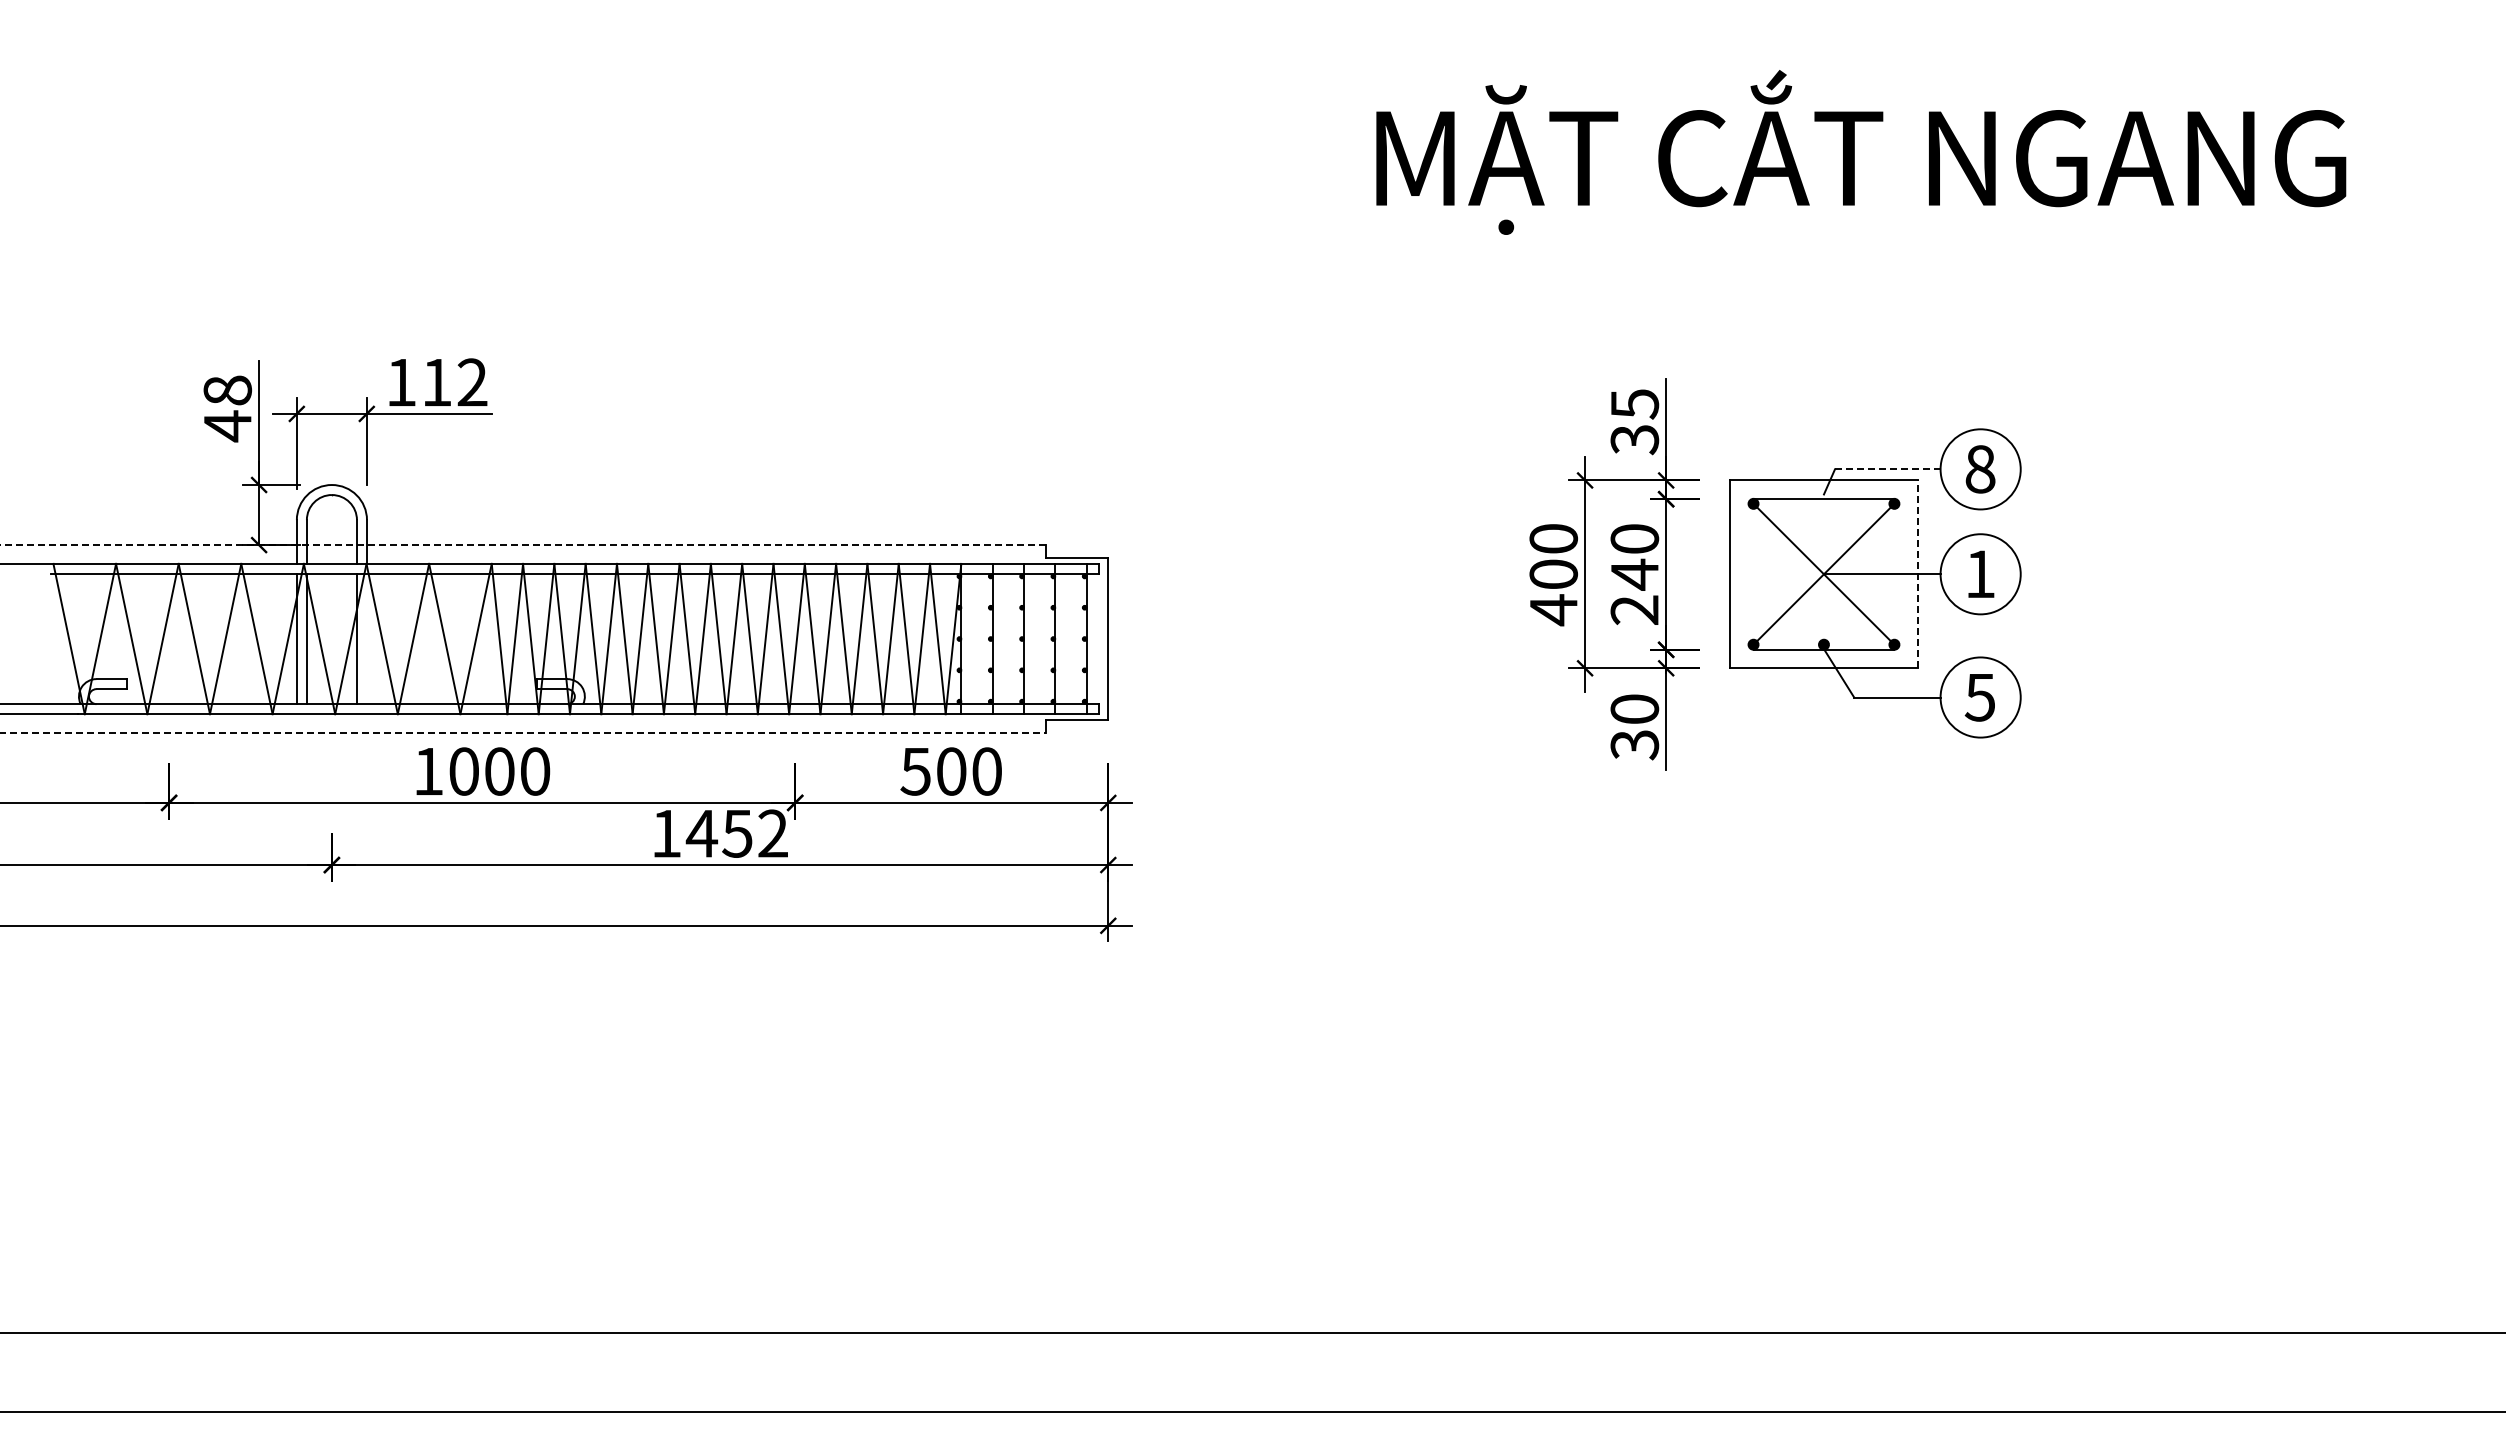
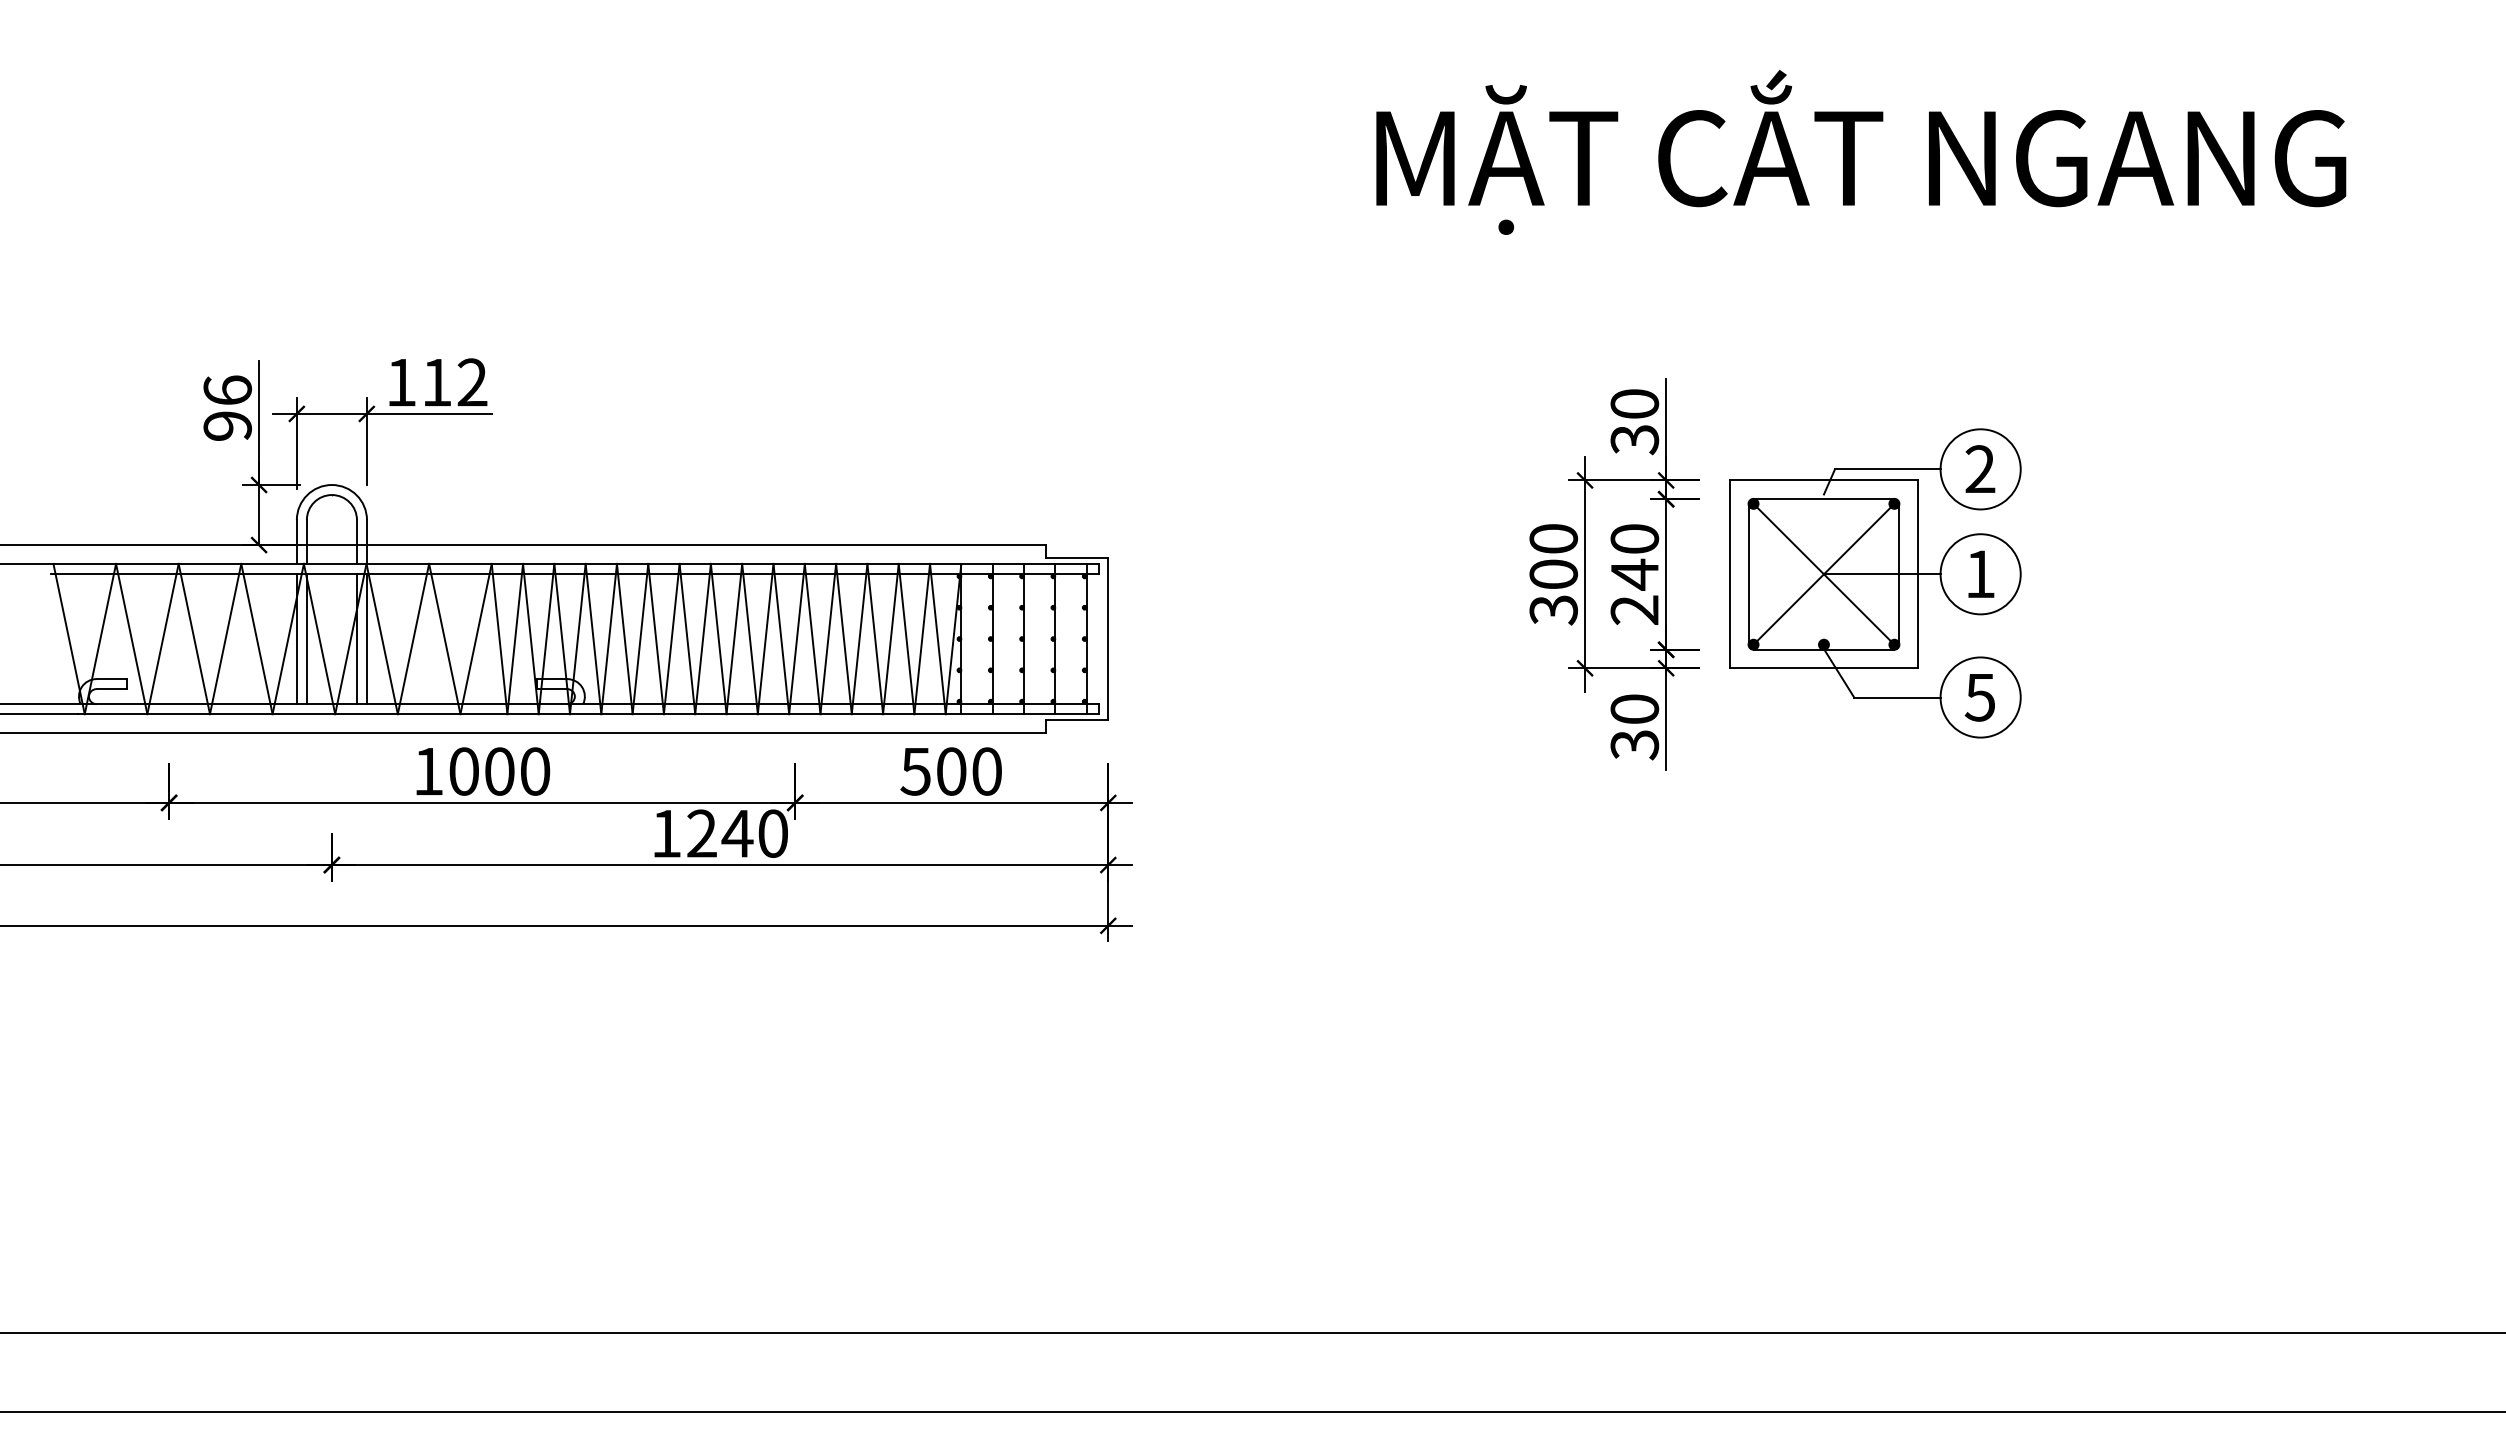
text at (1634, 404): 35 -> 30
text at (227, 408): 48 -> 96
line at (1887, 469): dashed -> solid
text at (1980, 469): 8 -> 2
line at (522, 545): dashed -> solid
line at (1748, 573): none -> present
line at (1899, 573): none -> present
line at (1917, 574): dashed -> solid
text at (1553, 610): 400 -> 300
line at (366, 638): none -> present
line at (523, 732): dashed -> solid
text at (736, 833): 1452 -> 1240
